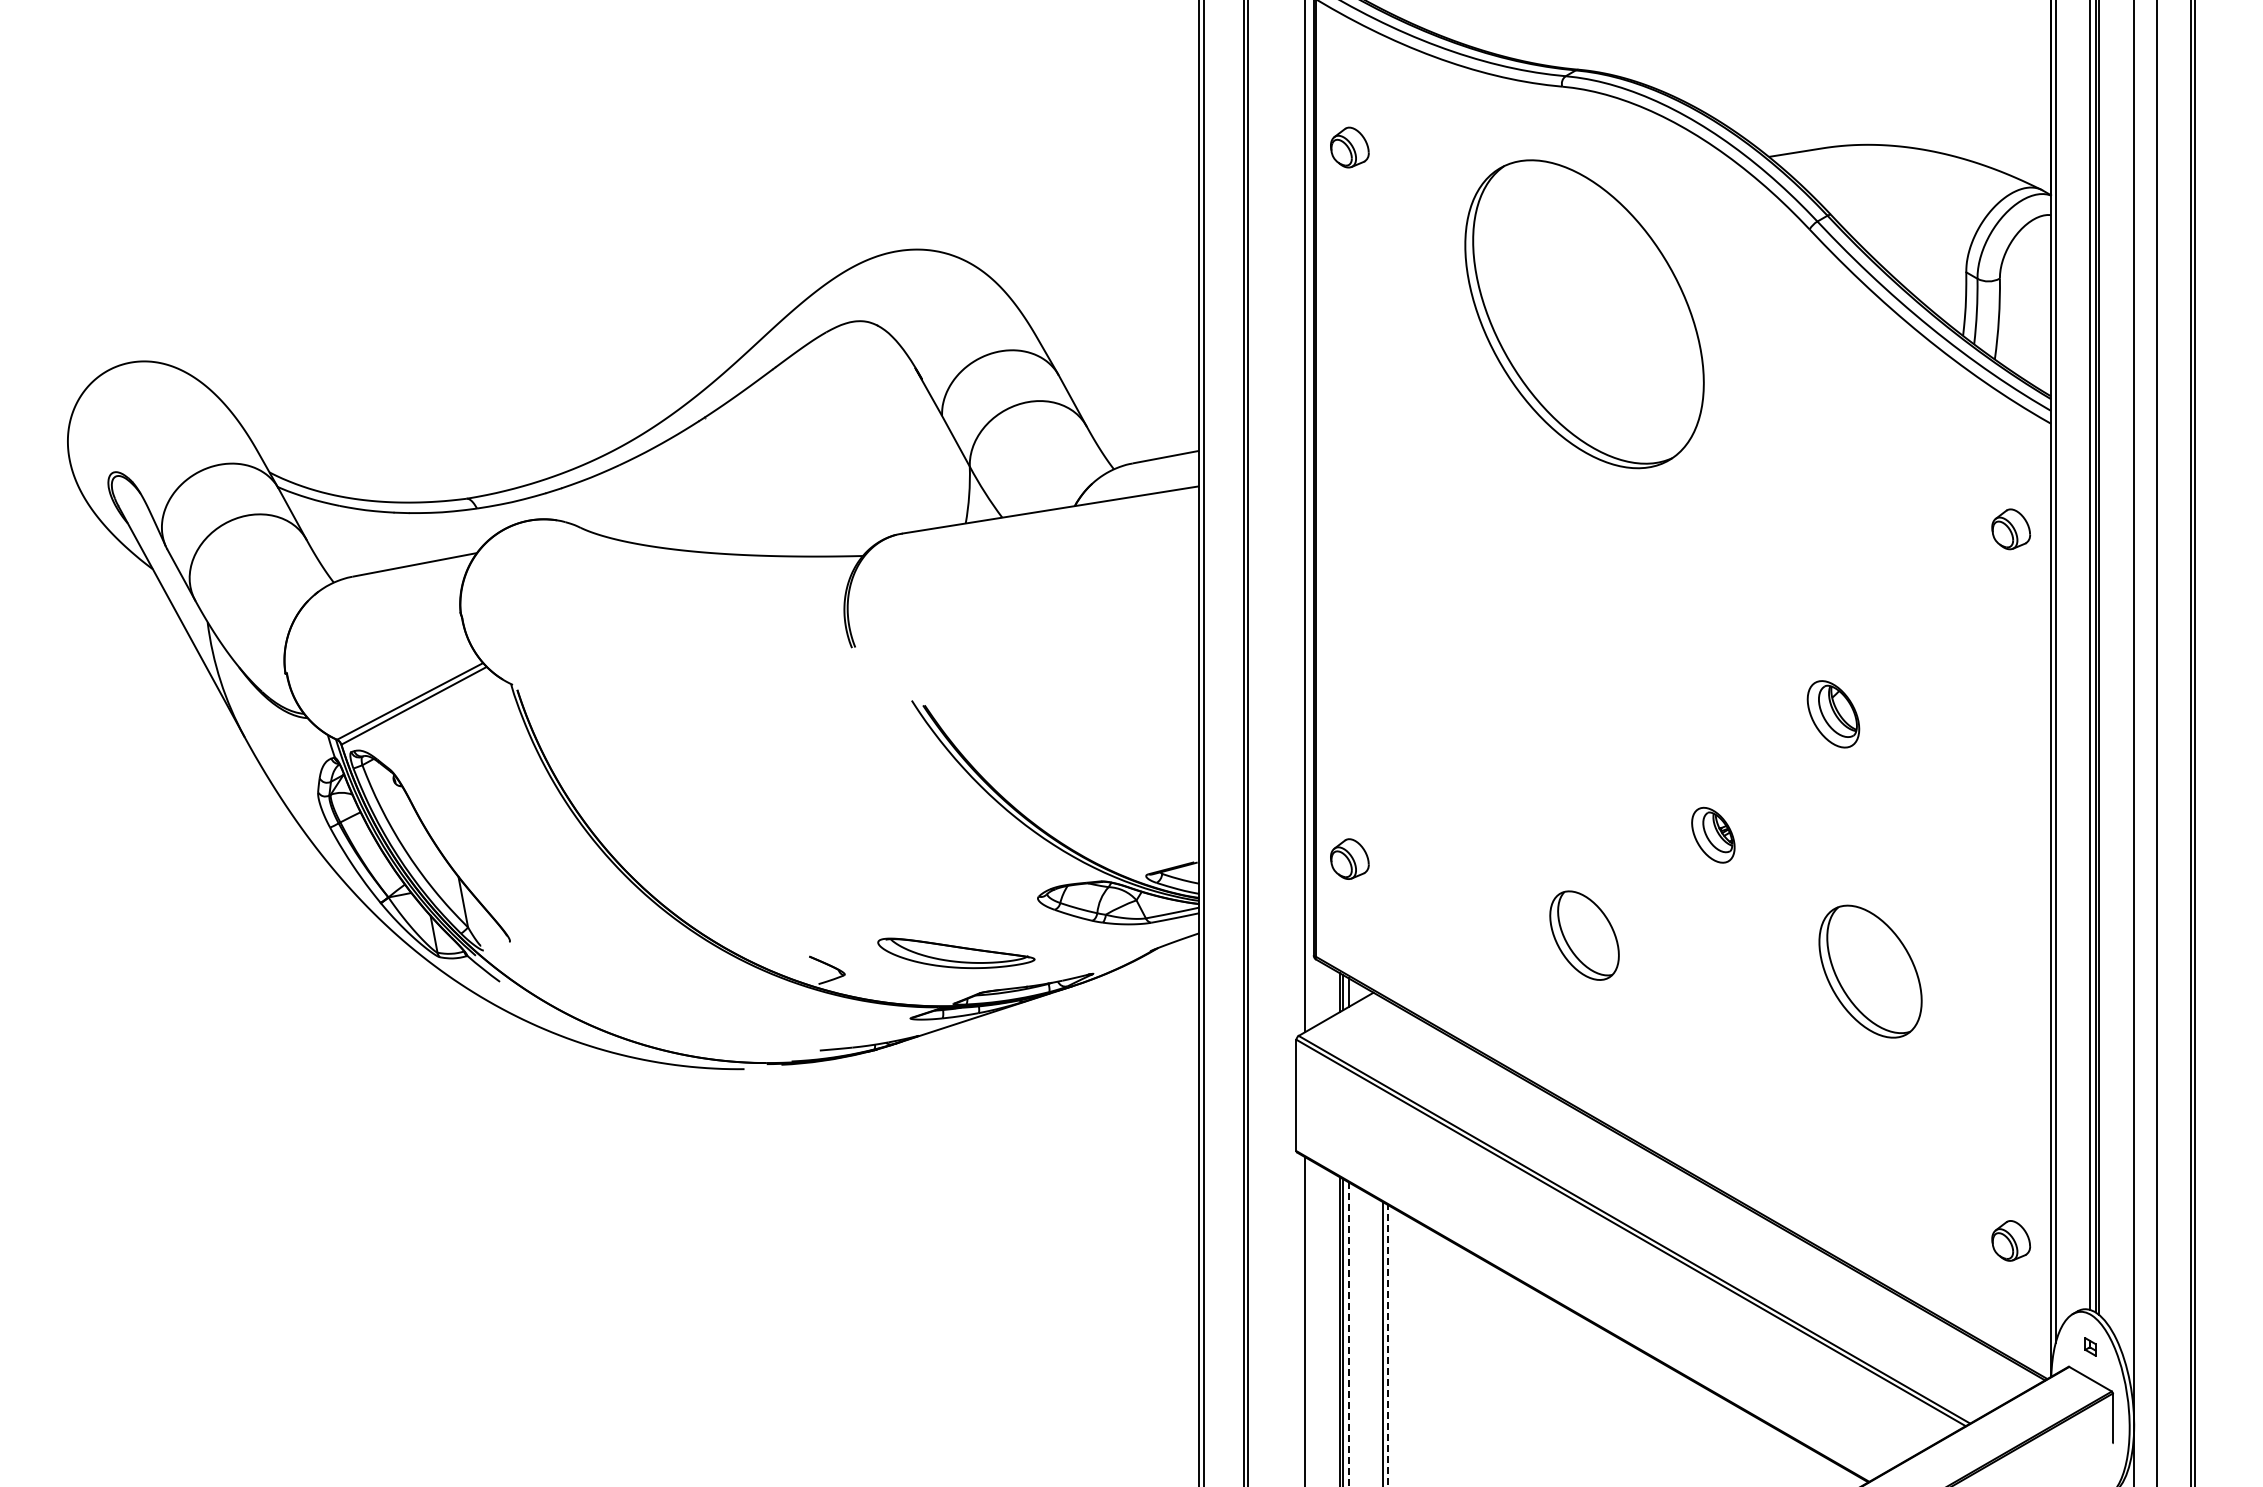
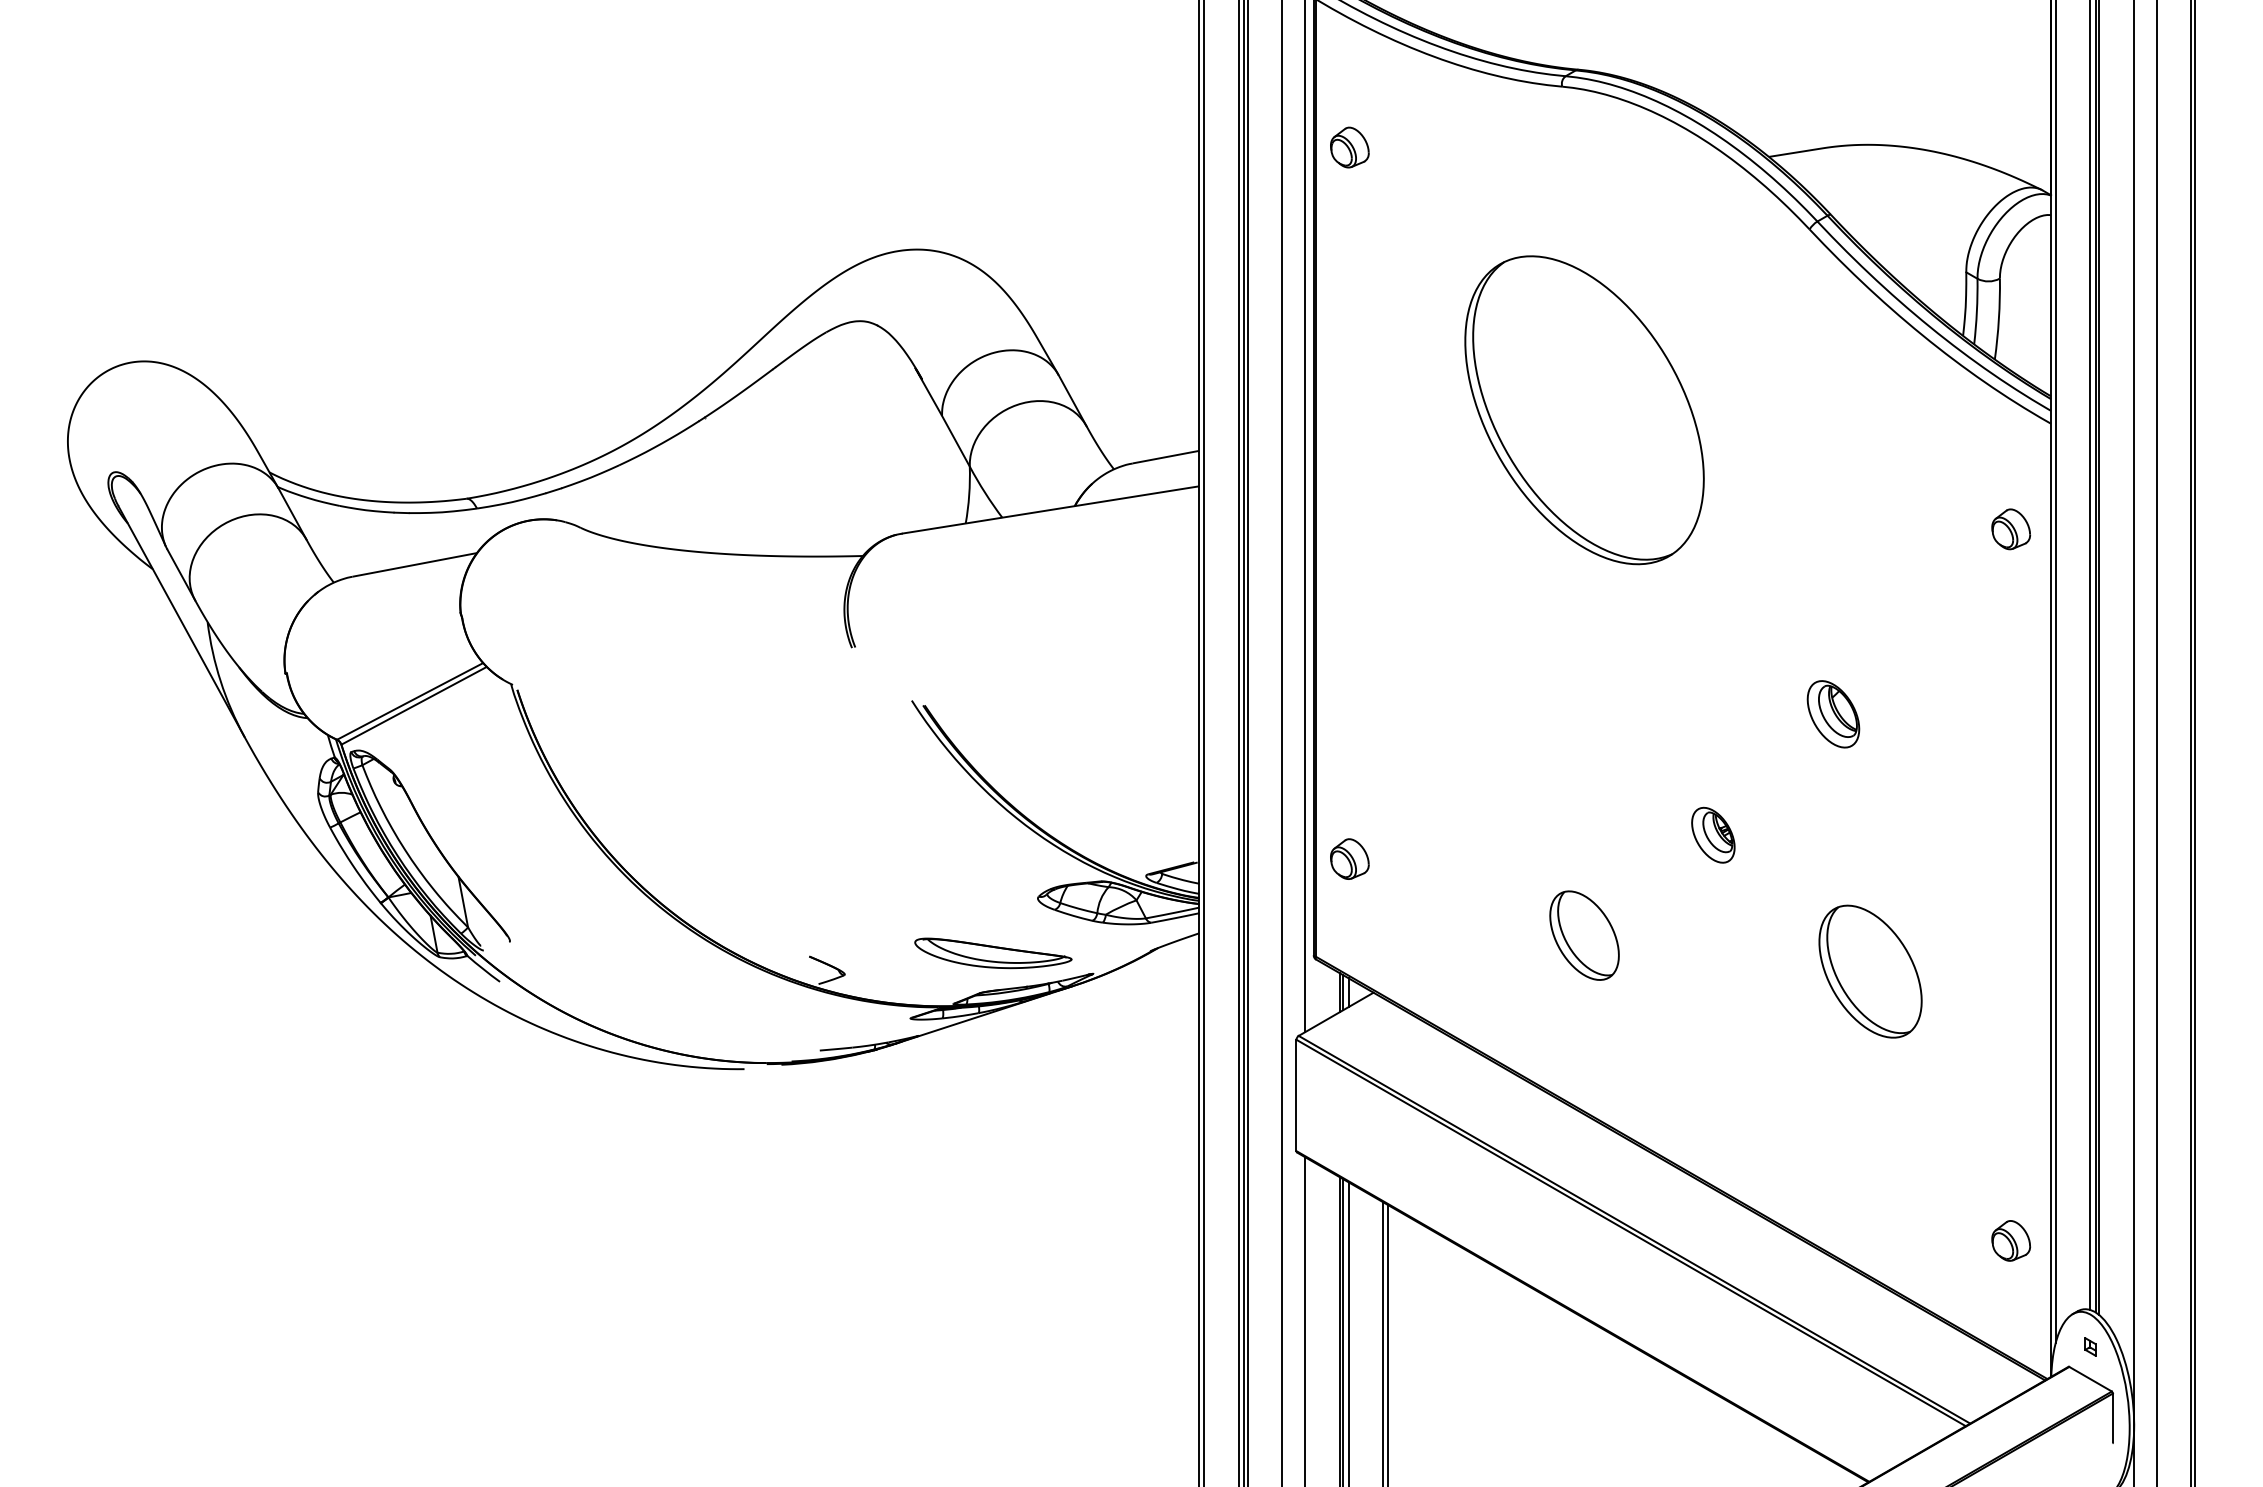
part at (1584, 314) position: (1584, 314) -> (1584, 410)
line at (1238, 742): none -> present
line at (1282, 742): none -> present
part at (956, 953) position: (956, 953) -> (993, 953)
line at (1348, 1335): dashed -> solid
line at (1387, 1345): dashed -> solid
